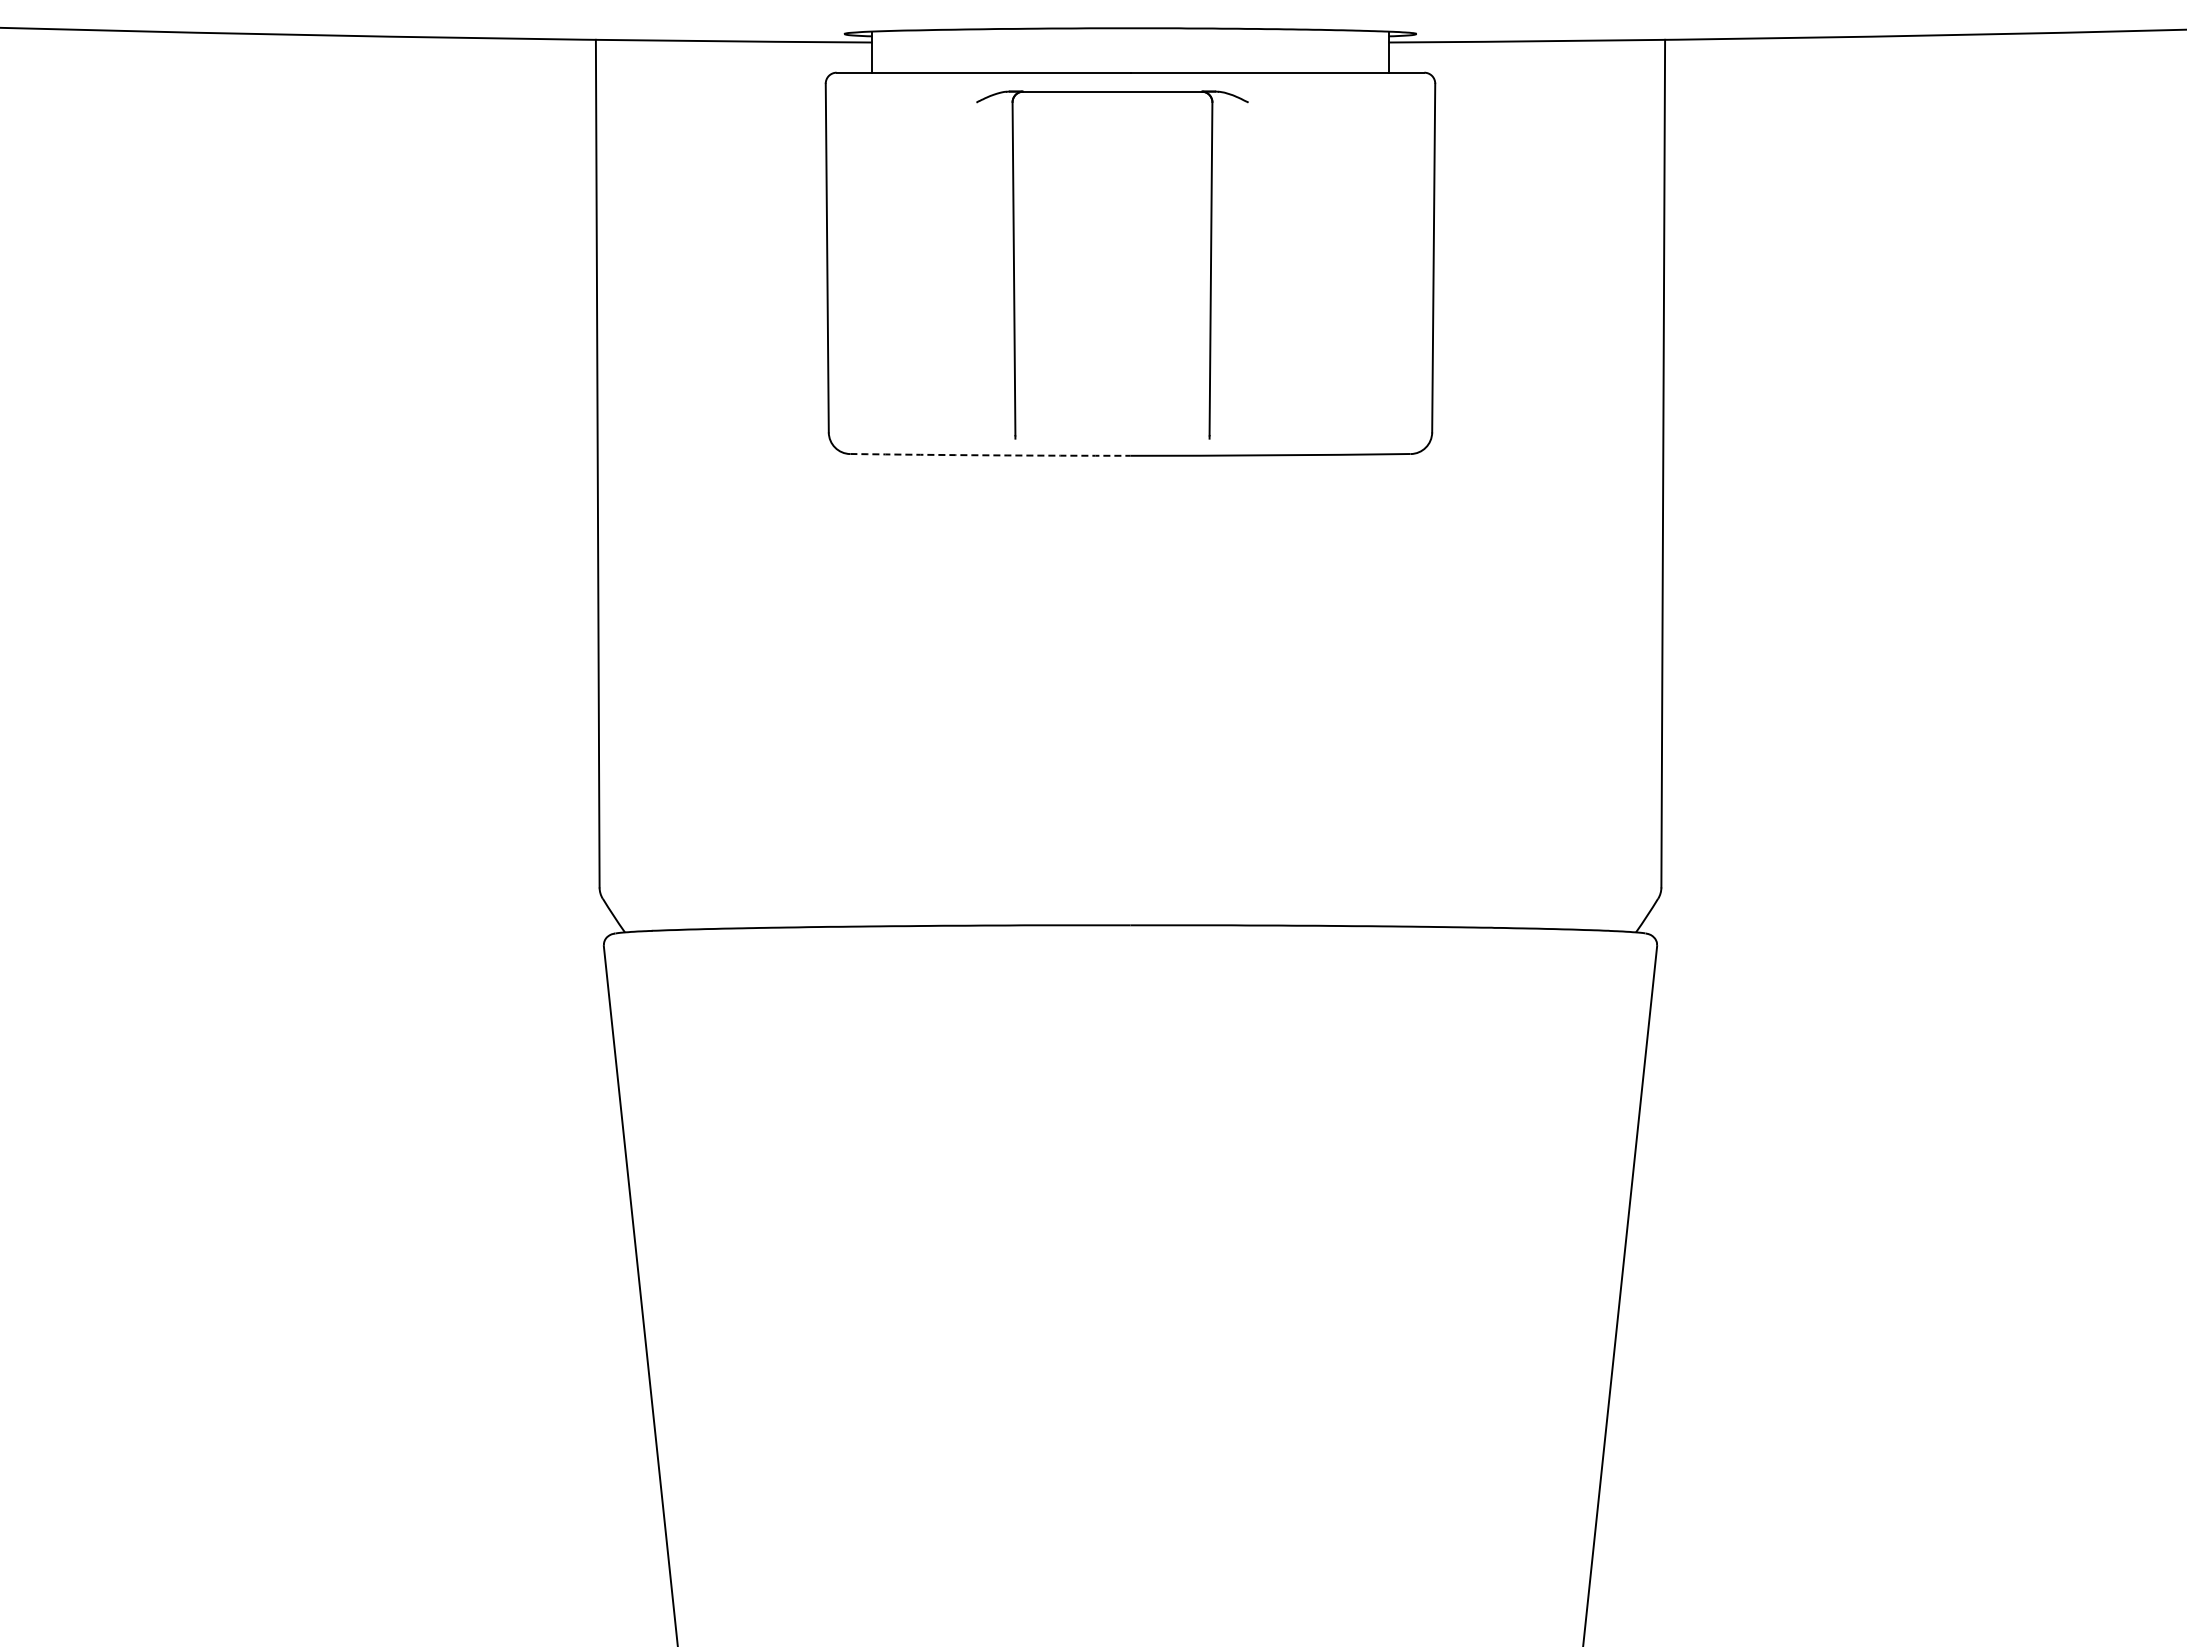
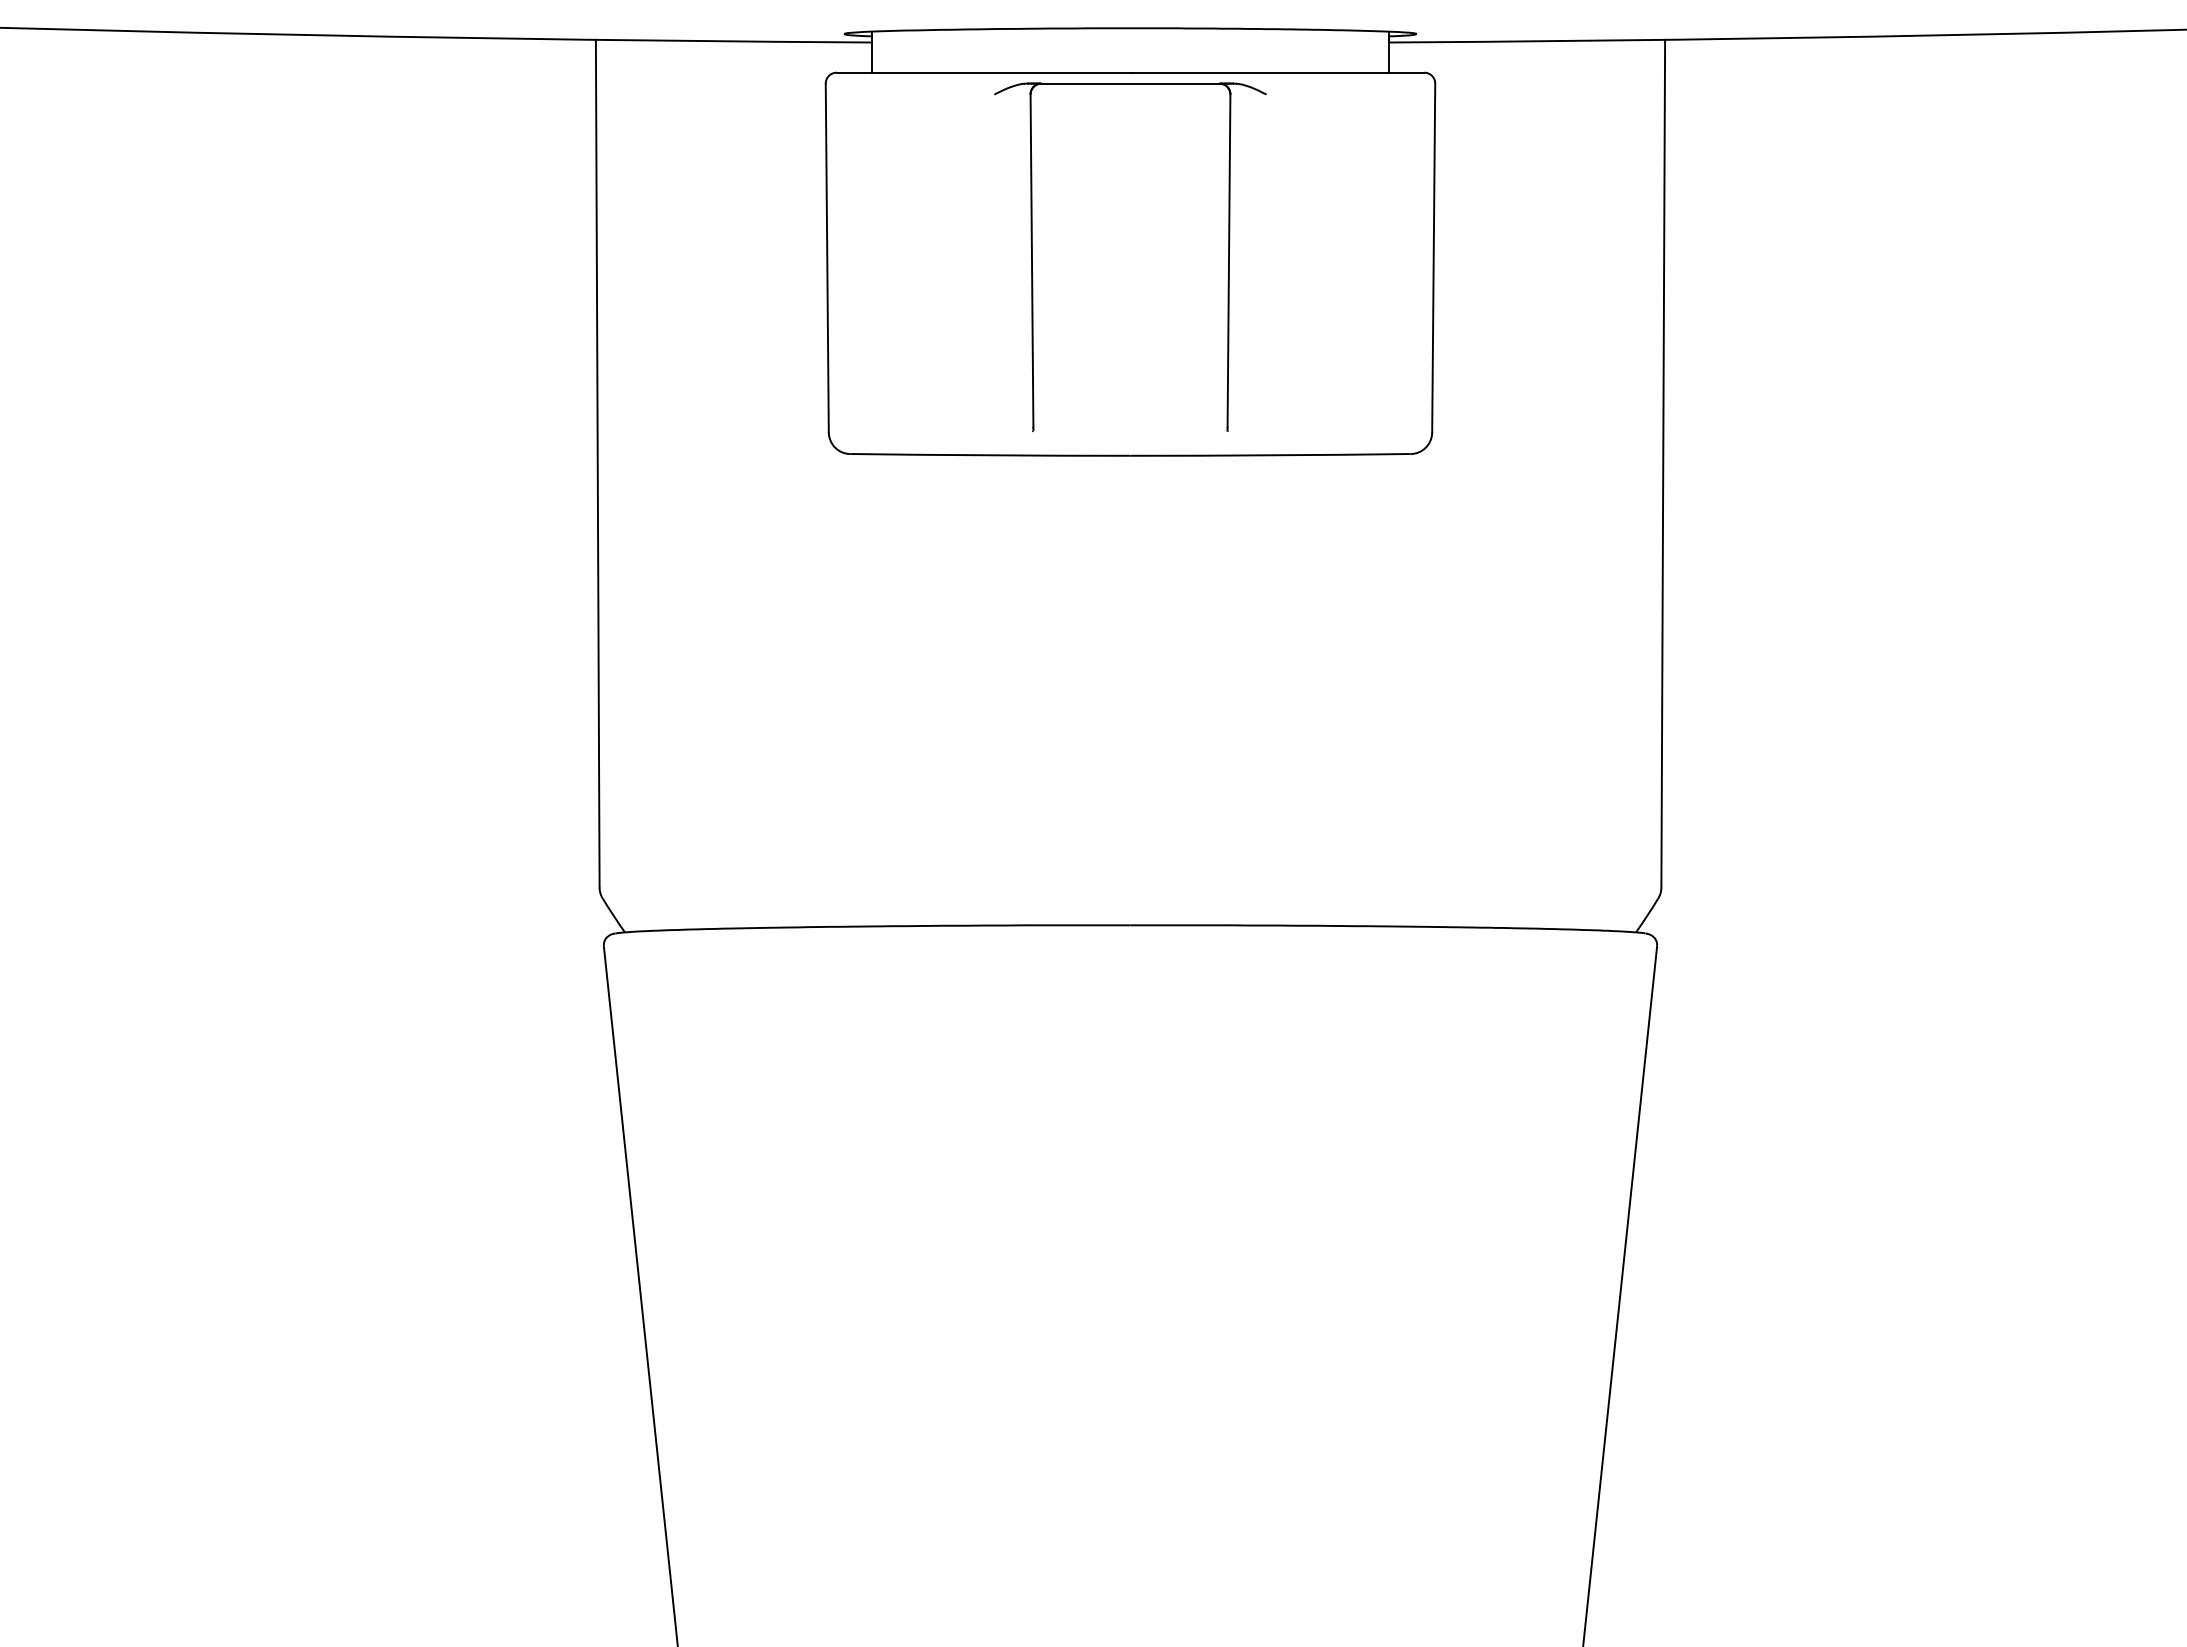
part at (1014, 264) position: (1014, 264) -> (1032, 256)
arc at (990, 455): dashed -> solid
